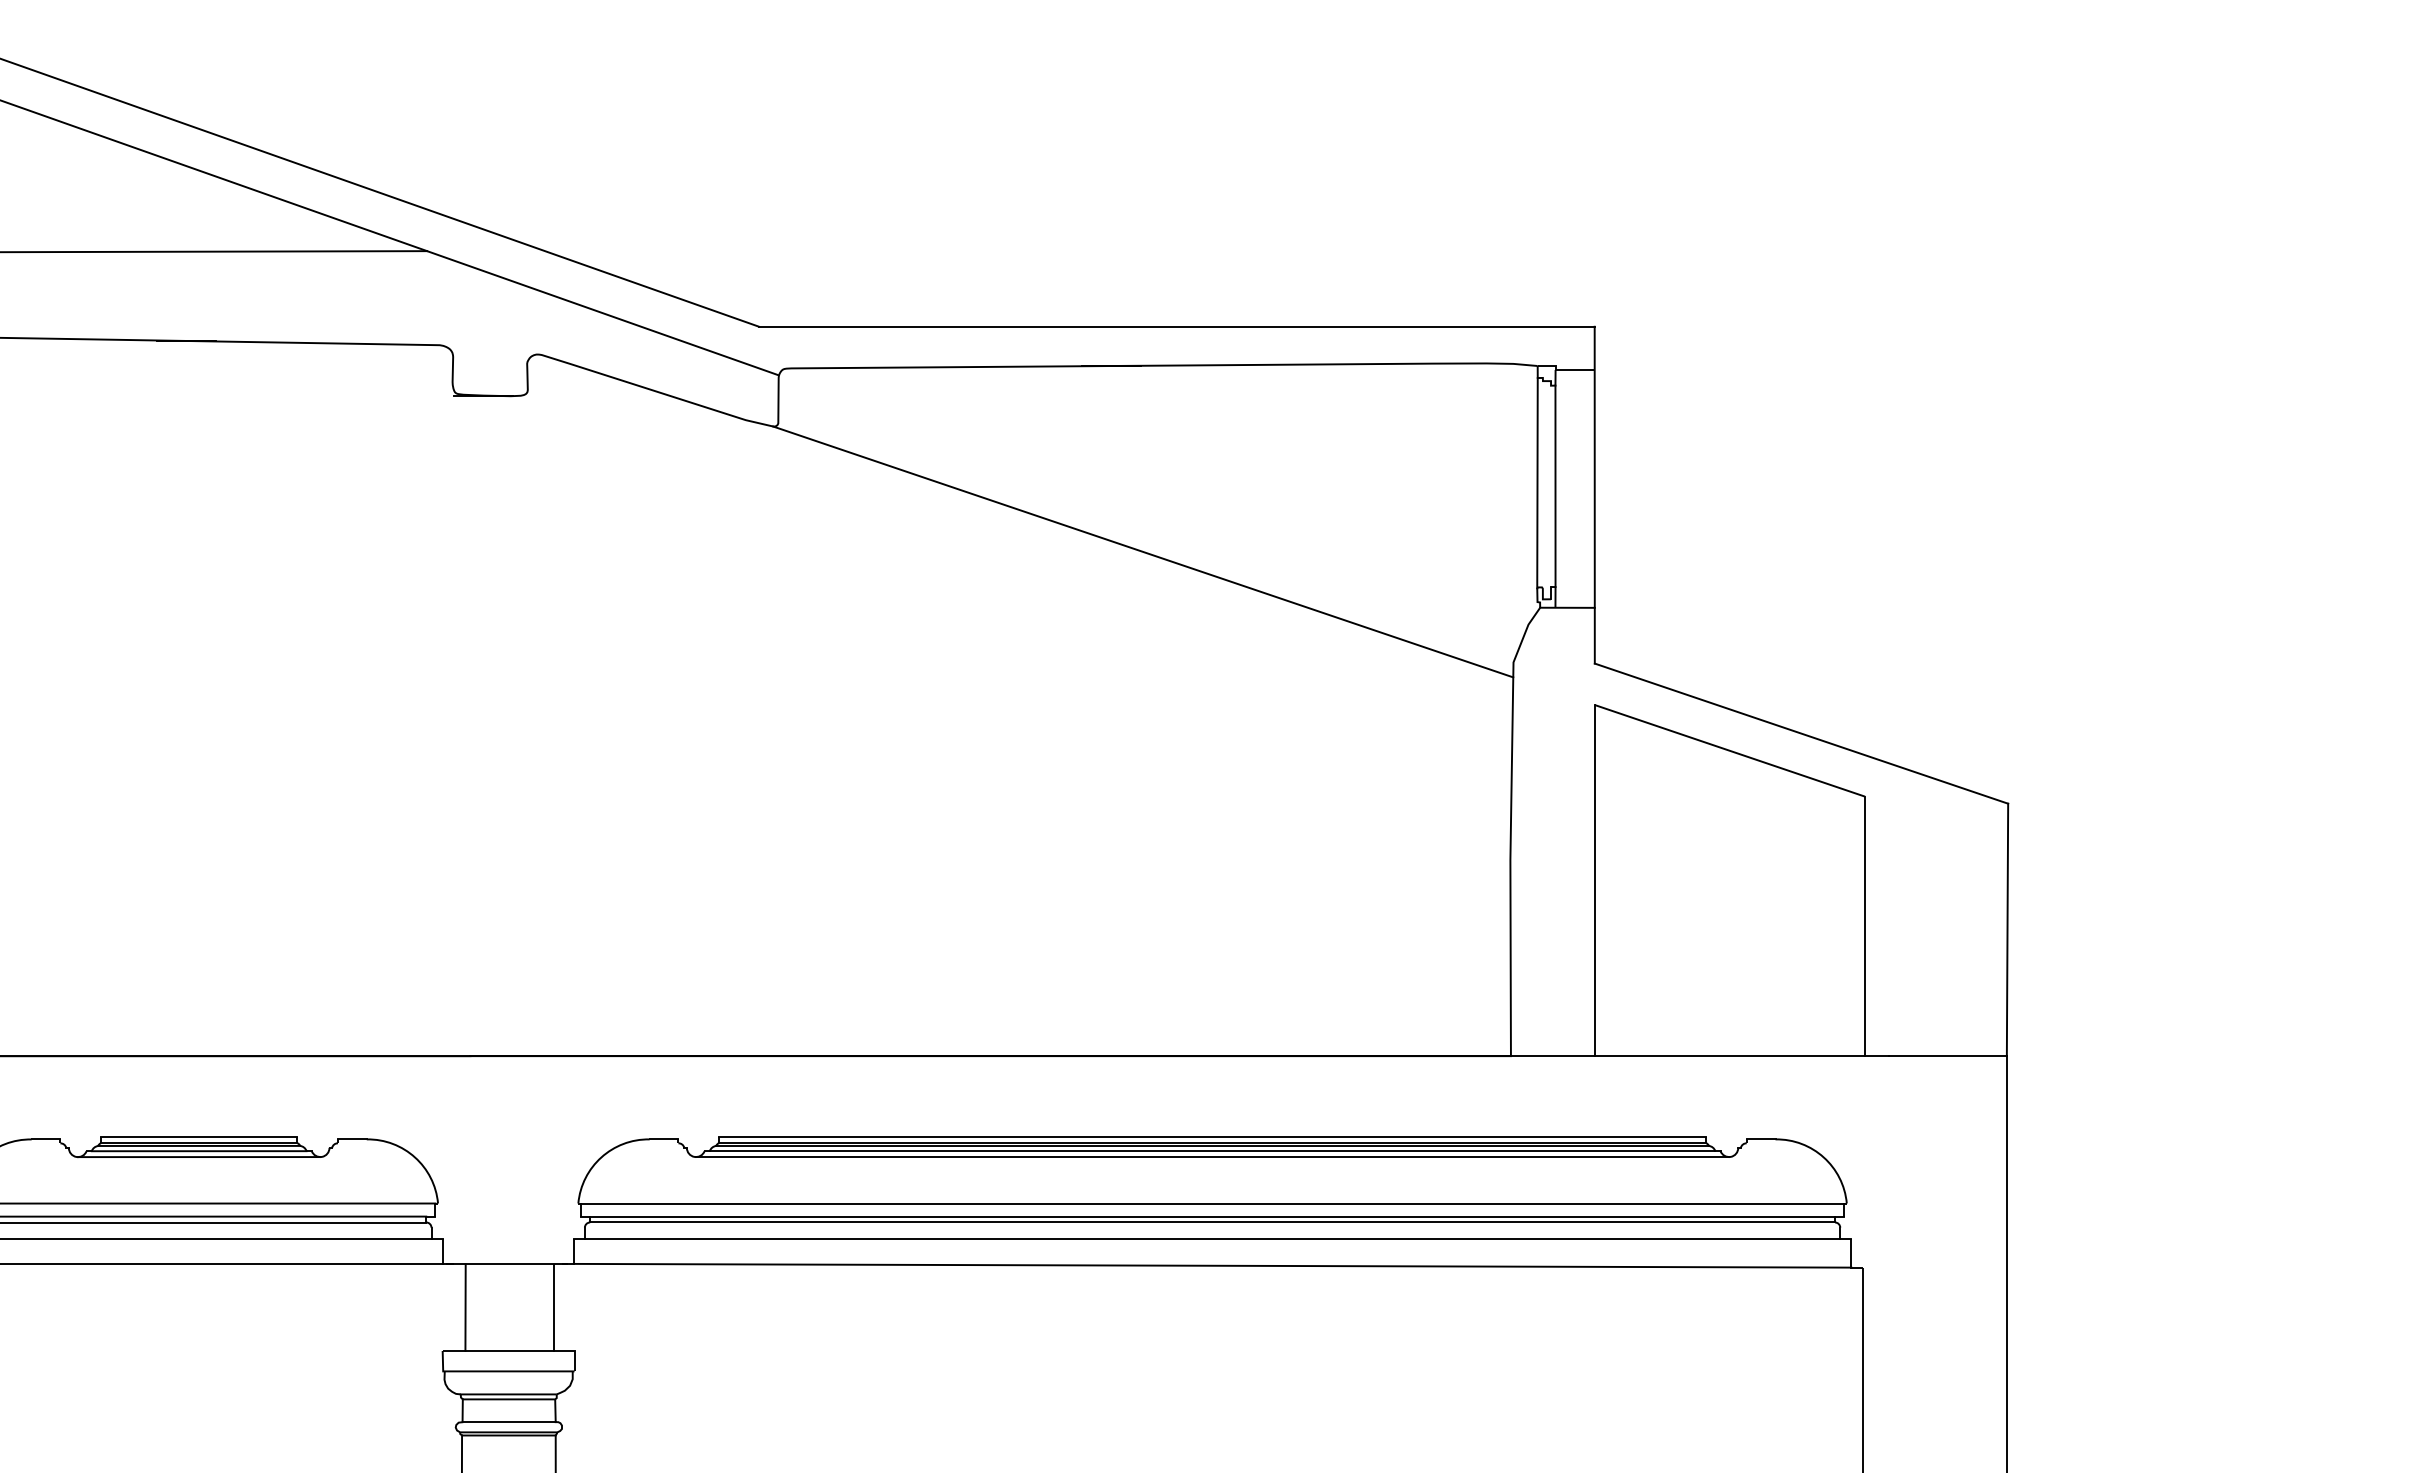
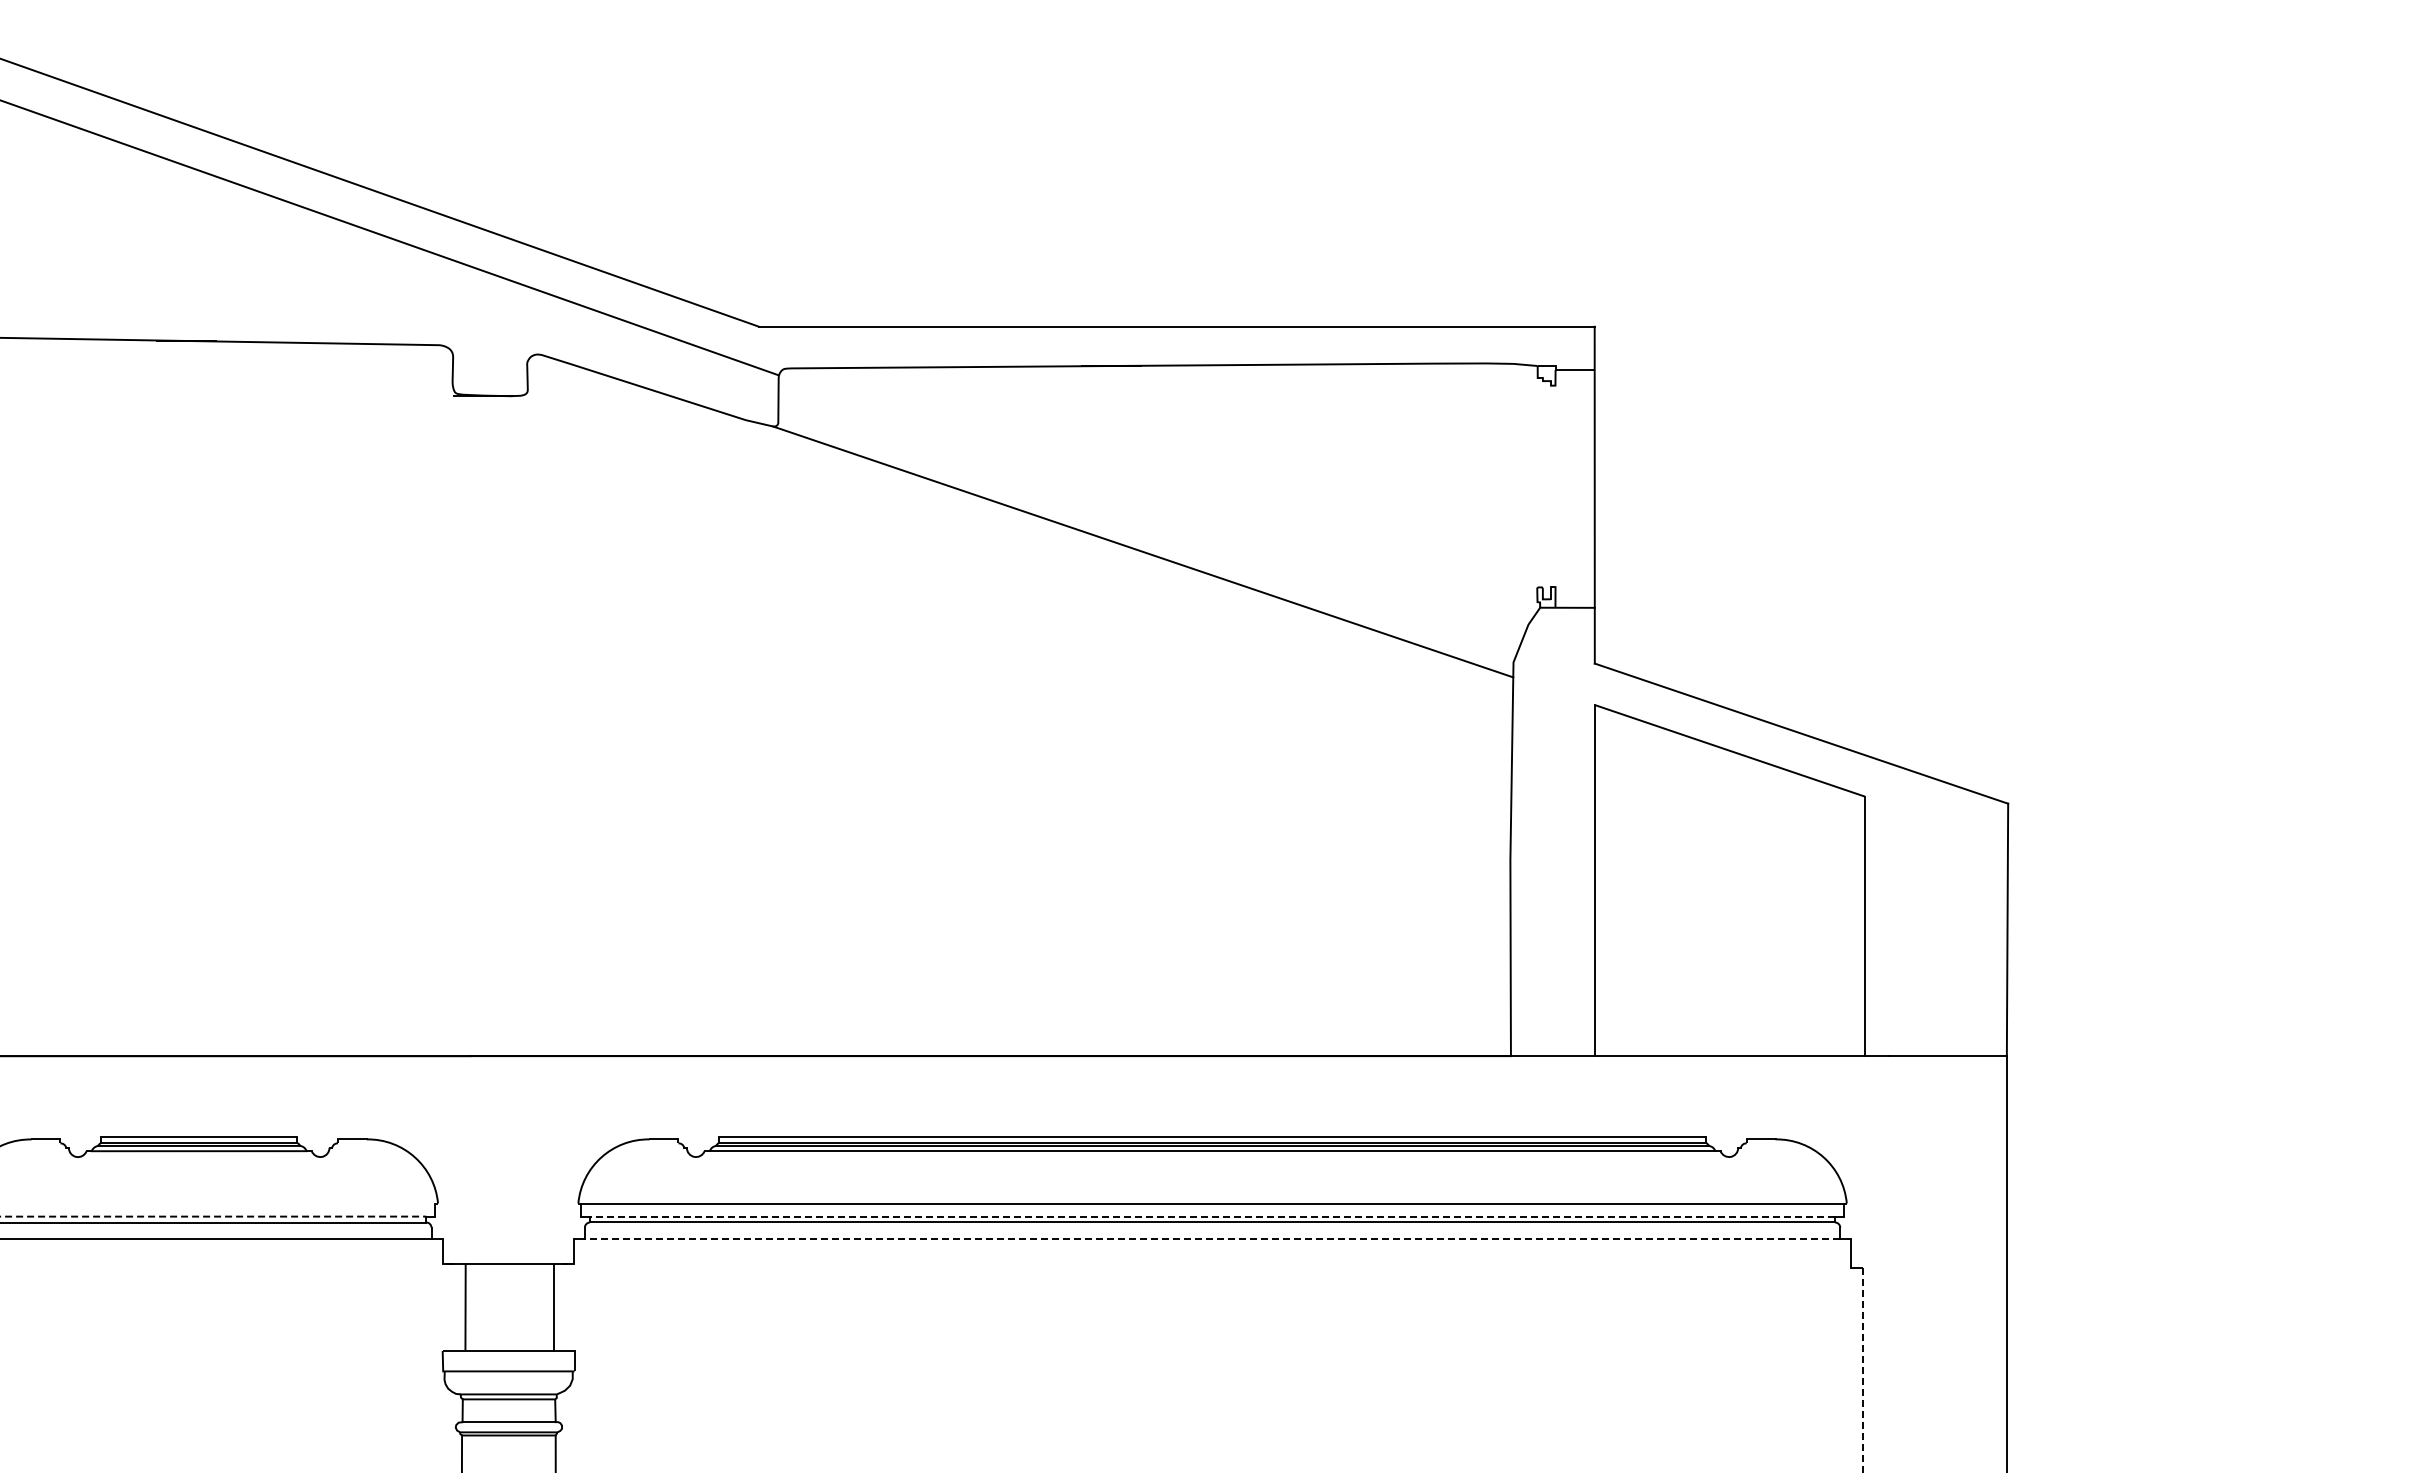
line at (214, 251): present -> none
line at (1537, 483): present -> none
line at (1555, 486): present -> none
line at (199, 1157): present -> none
line at (1212, 1157): present -> none
line at (218, 1203): present -> none
line at (213, 1216): solid -> dashed
line at (1212, 1216): solid -> dashed
line at (1212, 1238): solid -> dashed
line at (222, 1263): present -> none
line at (1212, 1265): present -> none
line at (1863, 1370): solid -> dashed
